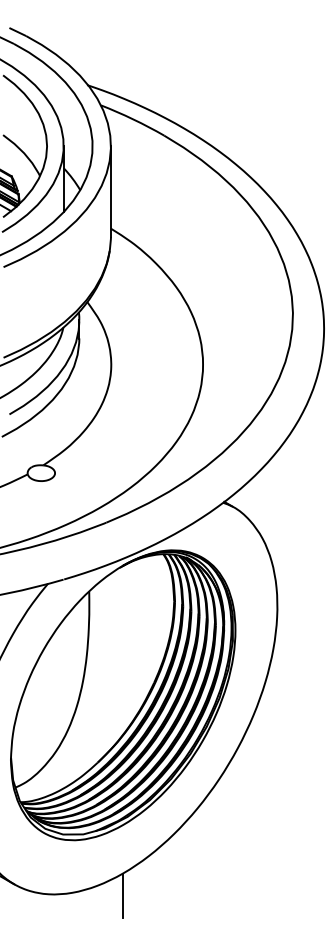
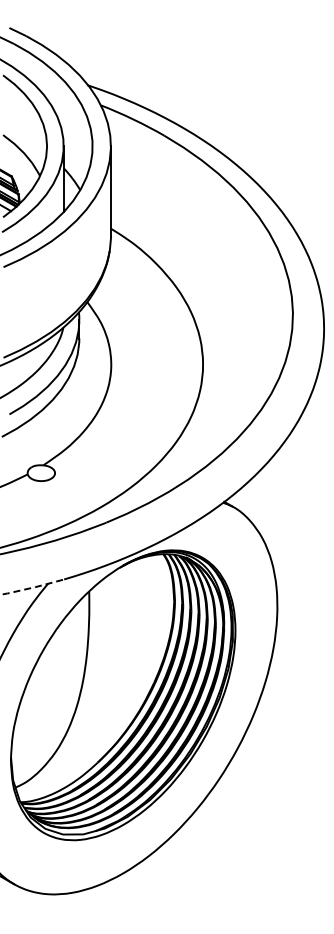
arc at (31, 587): solid -> dashed
line at (122, 895): present -> none
